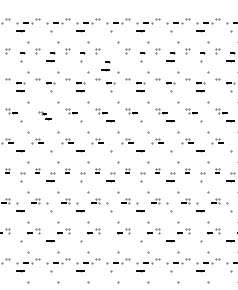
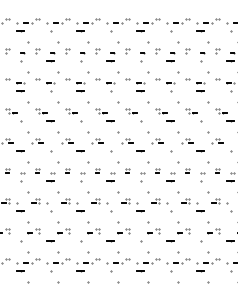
part at (105, 66) position: (105, 66) -> (110, 57)
part at (44, 115) size: 14x10 px -> 20x15 px
part at (110, 241): none -> present
